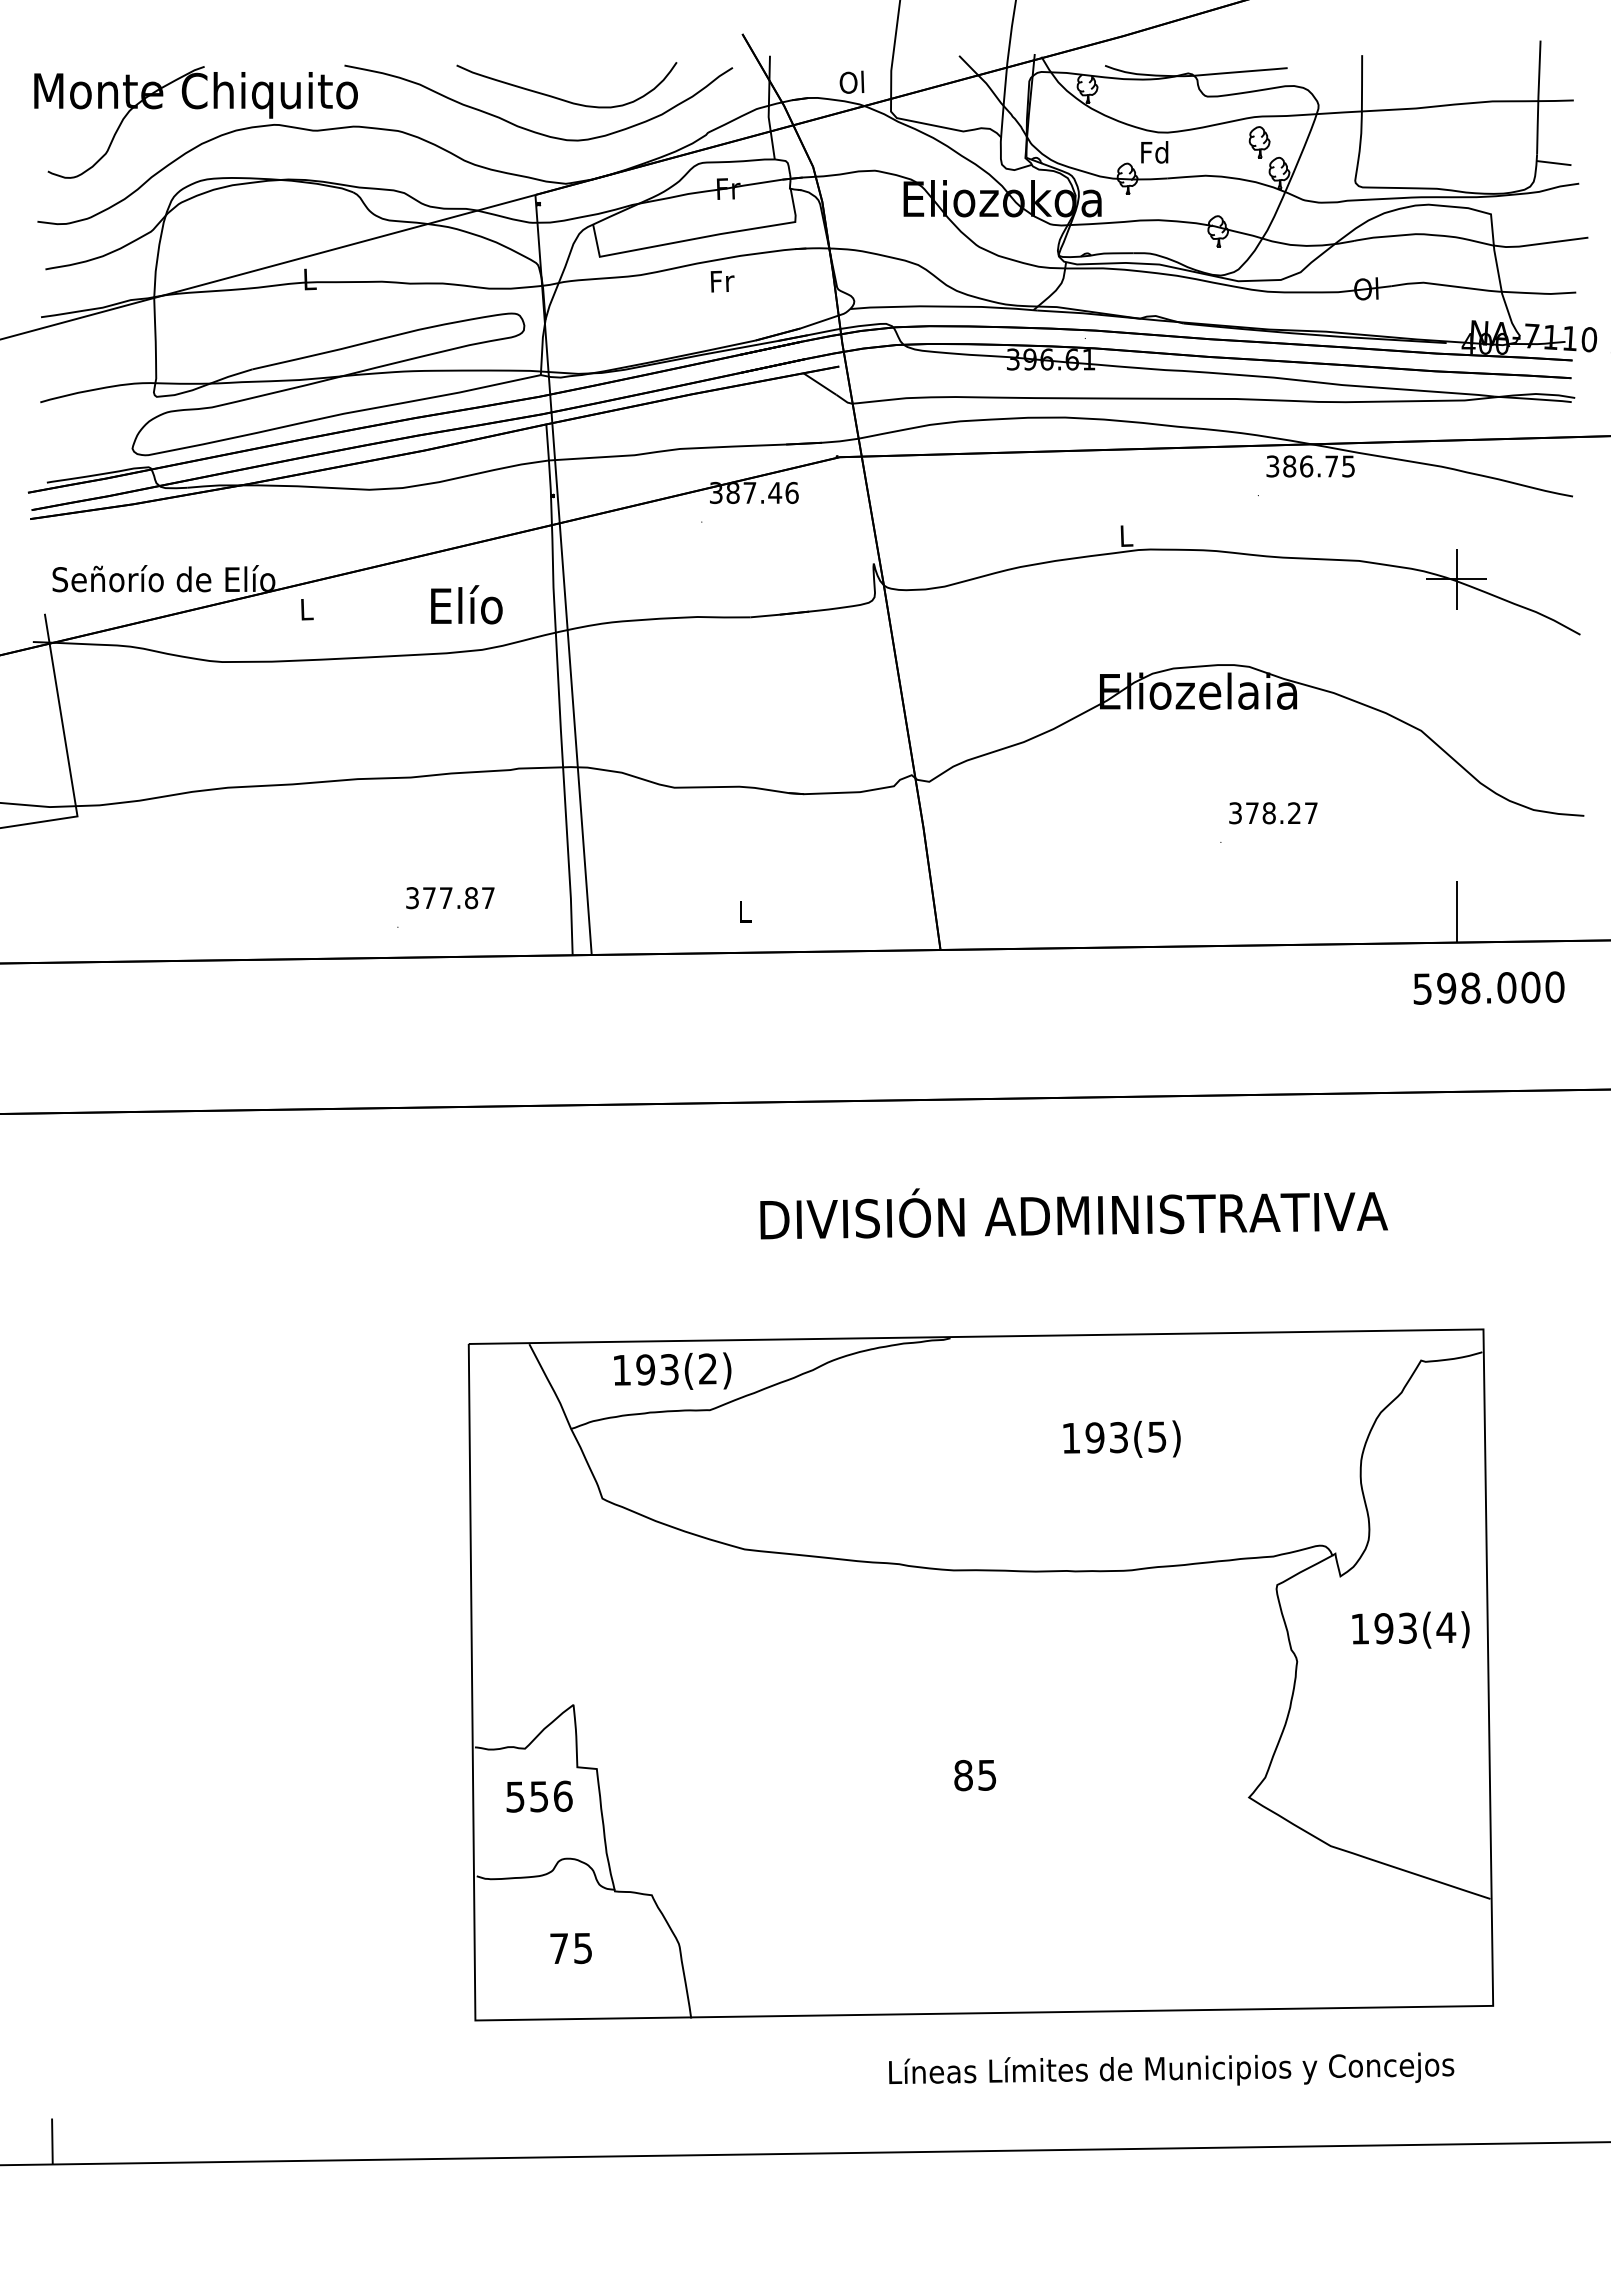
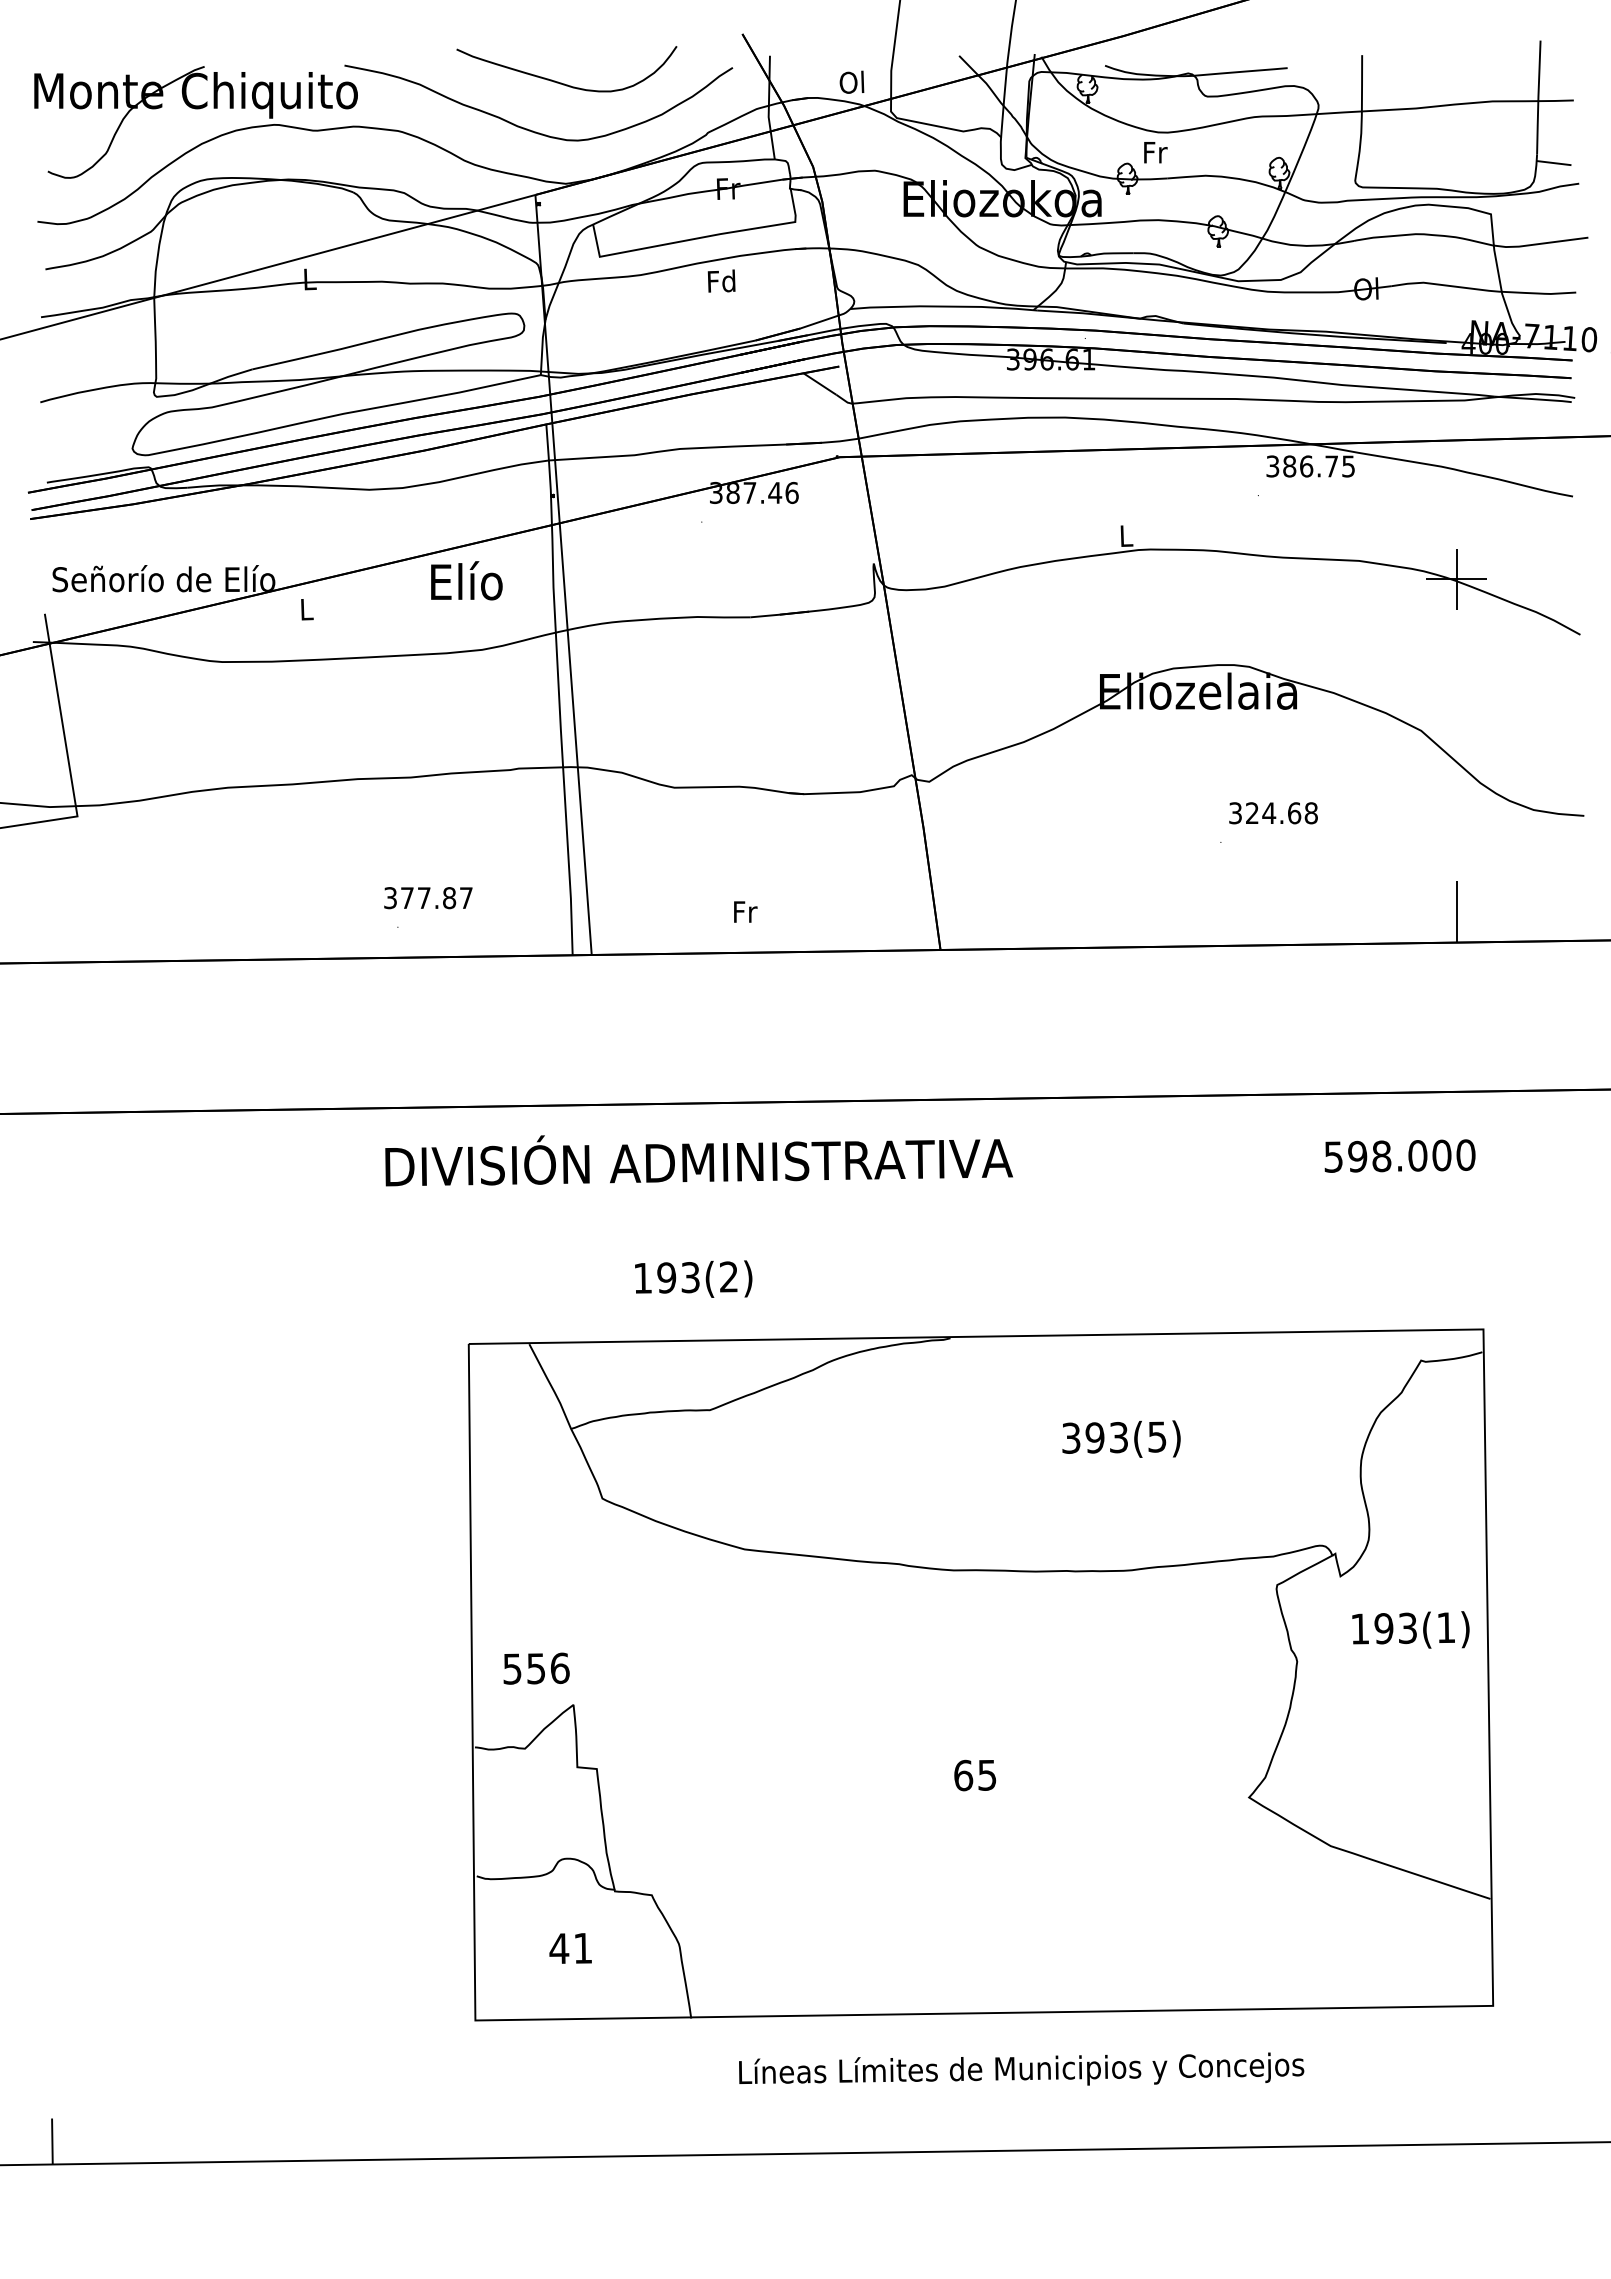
curve at (561, 98) position: (561, 98) -> (561, 82)
part at (1259, 142): present -> none
text at (1154, 152): Fd -> Fr
text at (721, 280): Fr -> Fd
text at (466, 604) position: (466, 604) -> (466, 580)
text at (1281, 813): 378.27 -> 324.68
text at (450, 898) position: (450, 898) -> (428, 898)
text at (745, 911): L -> Fr
text at (1488, 987) position: (1488, 987) -> (1399, 1155)
text at (1073, 1213) position: (1073, 1213) -> (698, 1160)
text at (672, 1370) position: (672, 1370) -> (693, 1278)
text at (1071, 1437): 193(5) -> 393(5)
text at (1446, 1627): 193(4) -> 193(1)
text at (963, 1775): 85 -> 65
text at (539, 1796) position: (539, 1796) -> (536, 1668)
text at (570, 1948): 75 -> 41
text at (1171, 2068) position: (1171, 2068) -> (1021, 2068)
